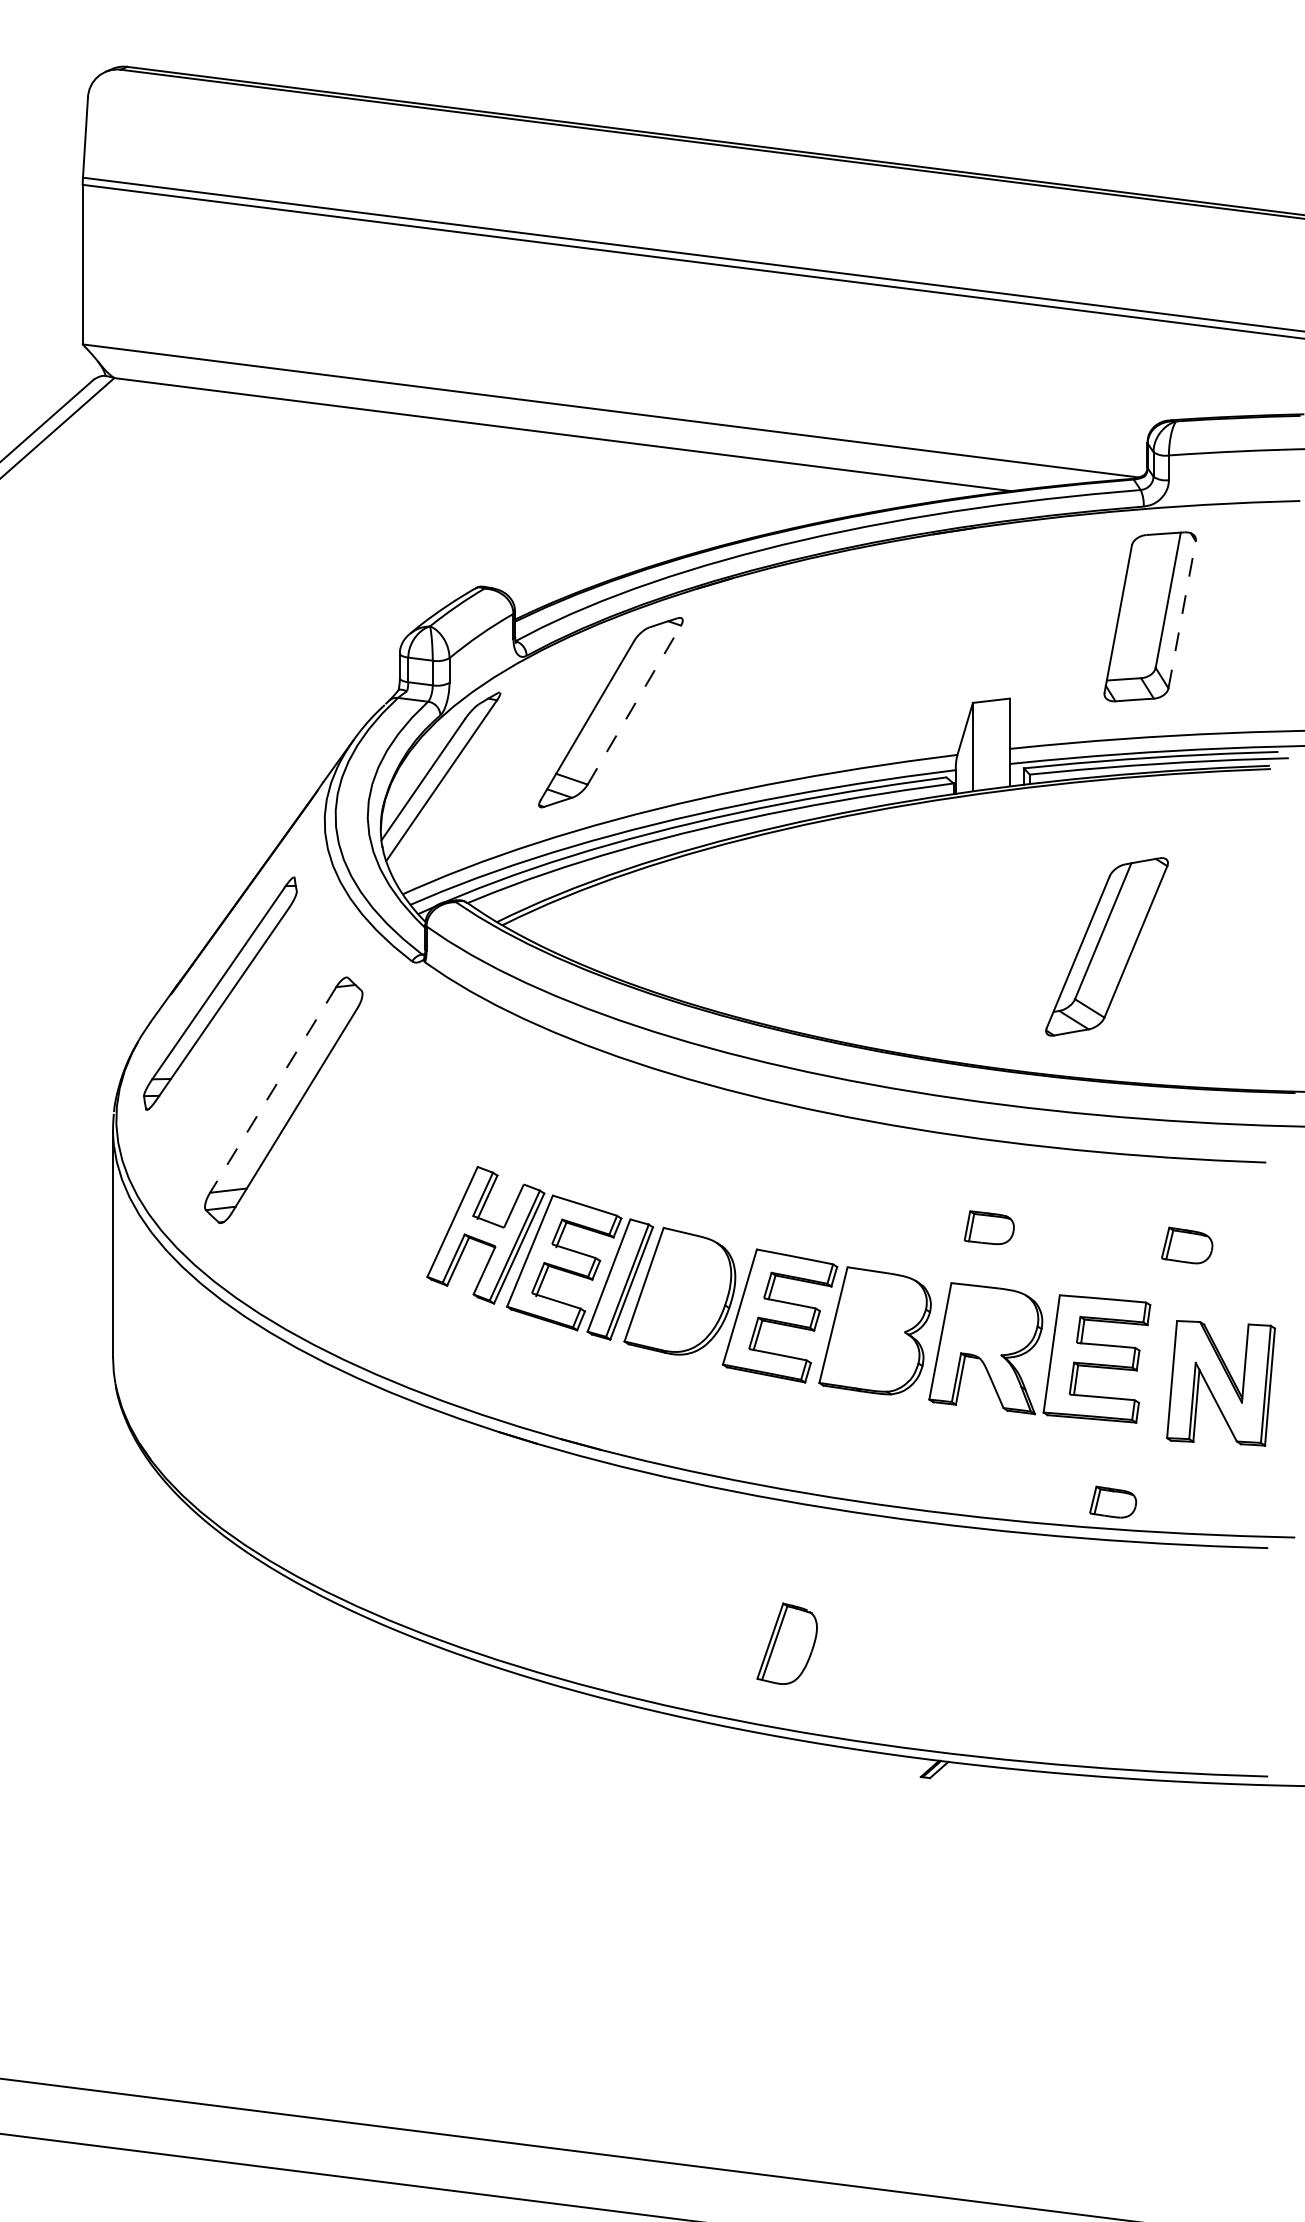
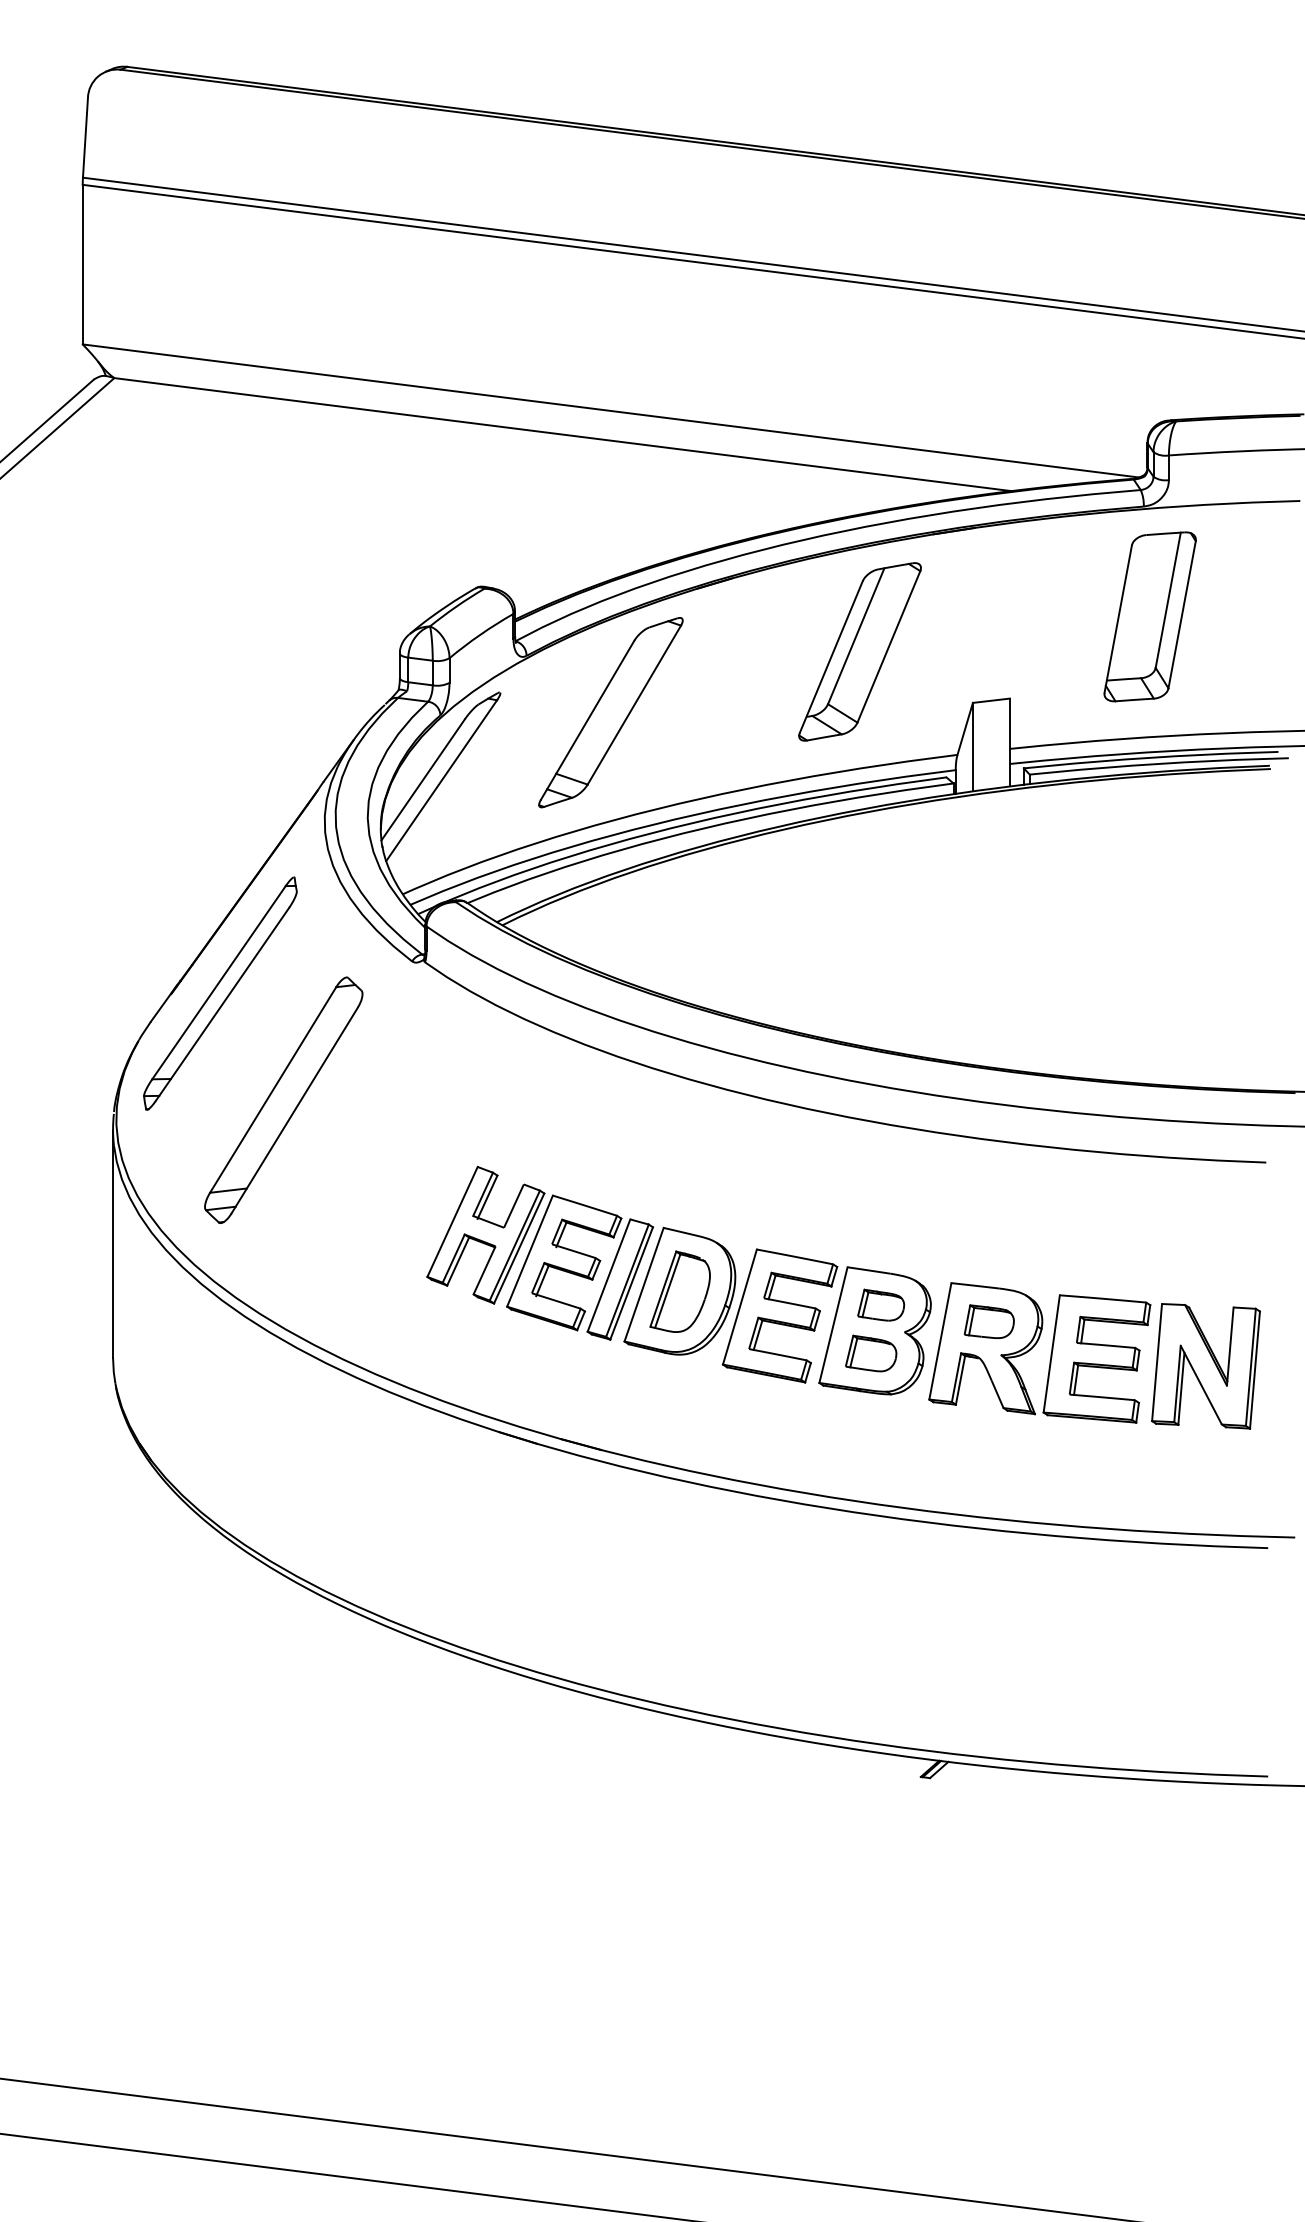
line at (1182, 614): dashed -> solid
line at (634, 704): dashed -> solid
part at (1106, 946) position: (1106, 946) -> (859, 651)
line at (273, 1090): dashed -> solid
part at (988, 1227) position: (988, 1227) -> (988, 1321)
part at (1187, 1245) position: (1187, 1245) -> (871, 1353)
part at (1220, 1383) position: (1220, 1383) -> (1205, 1366)
part at (1113, 1501) position: (1113, 1501) -> (881, 1304)
part at (786, 1643) position: (786, 1643) -> (679, 1291)
